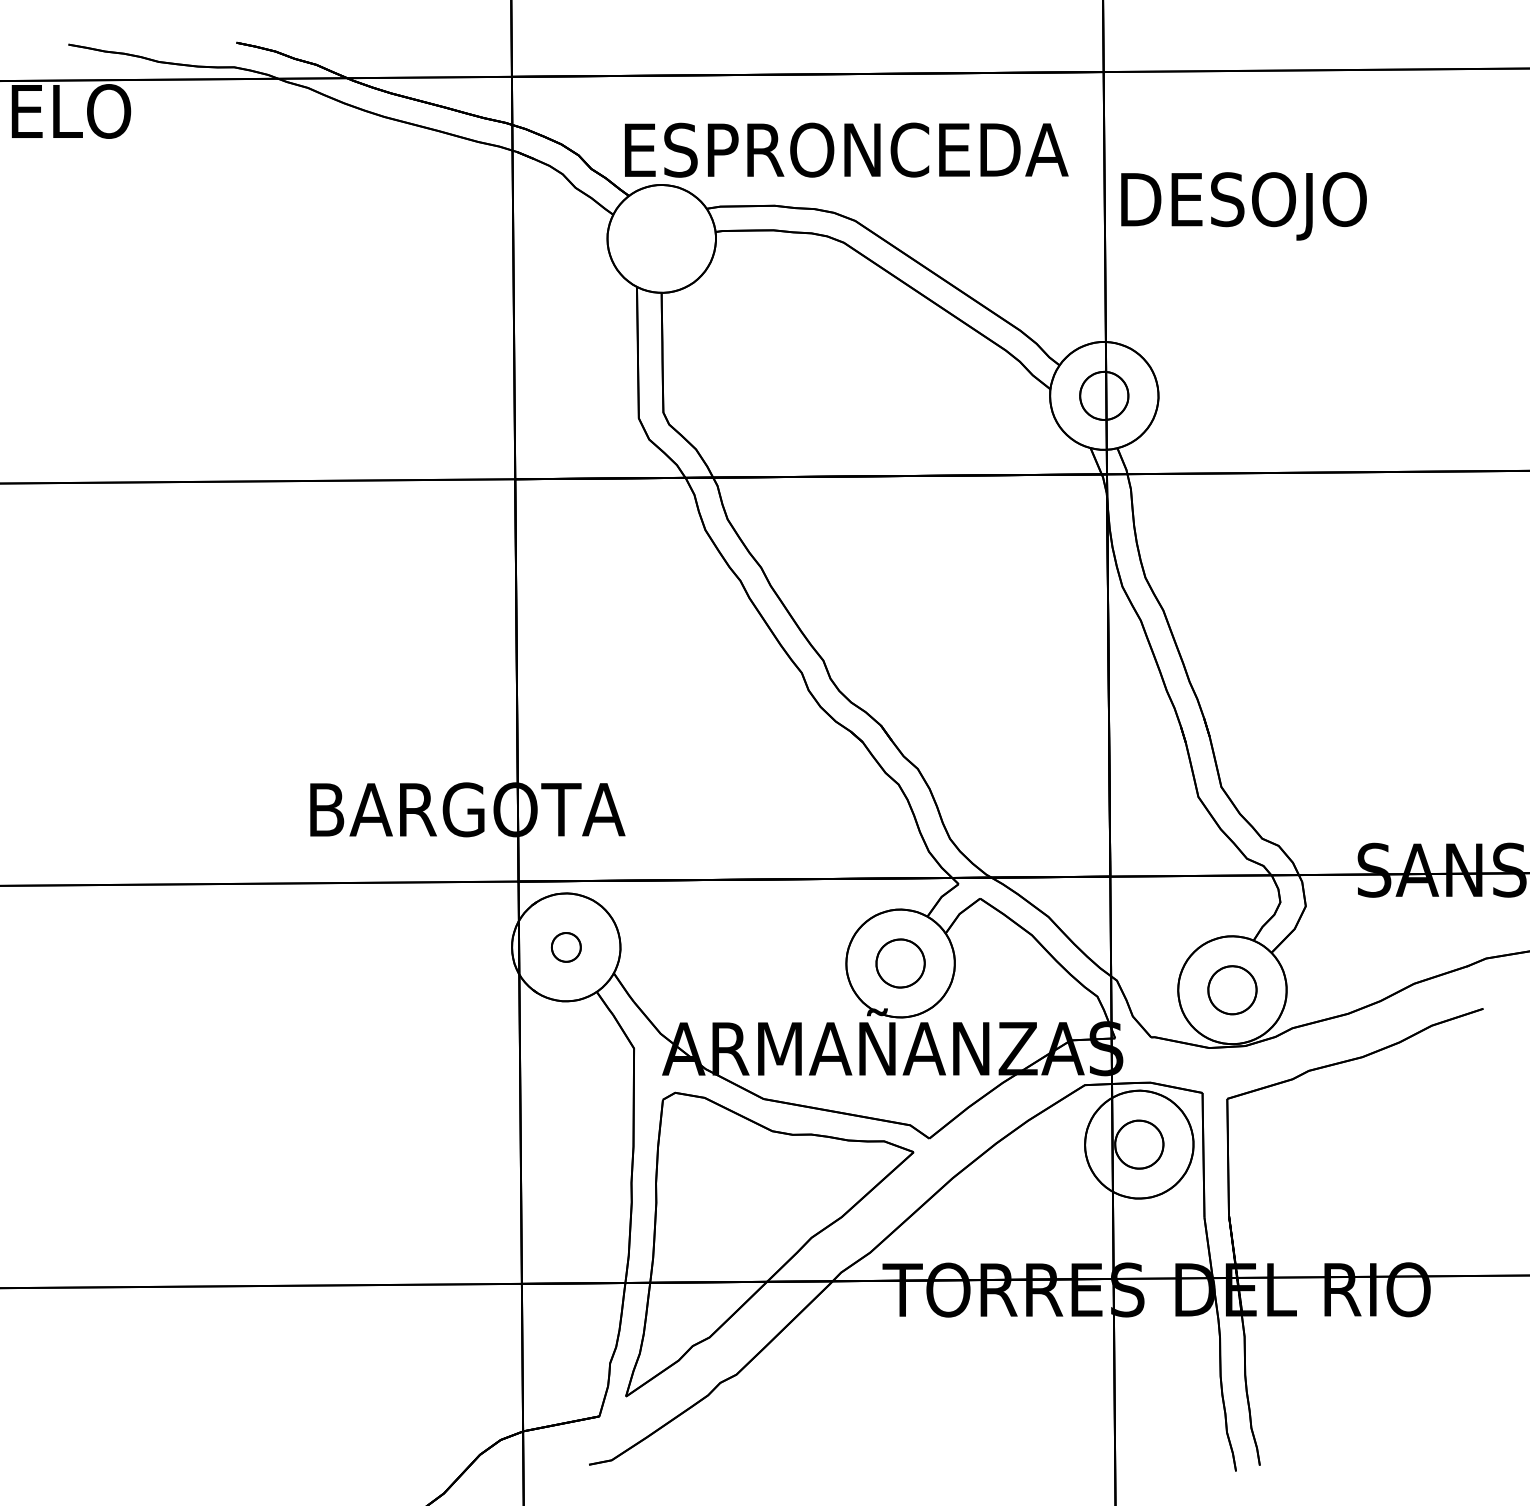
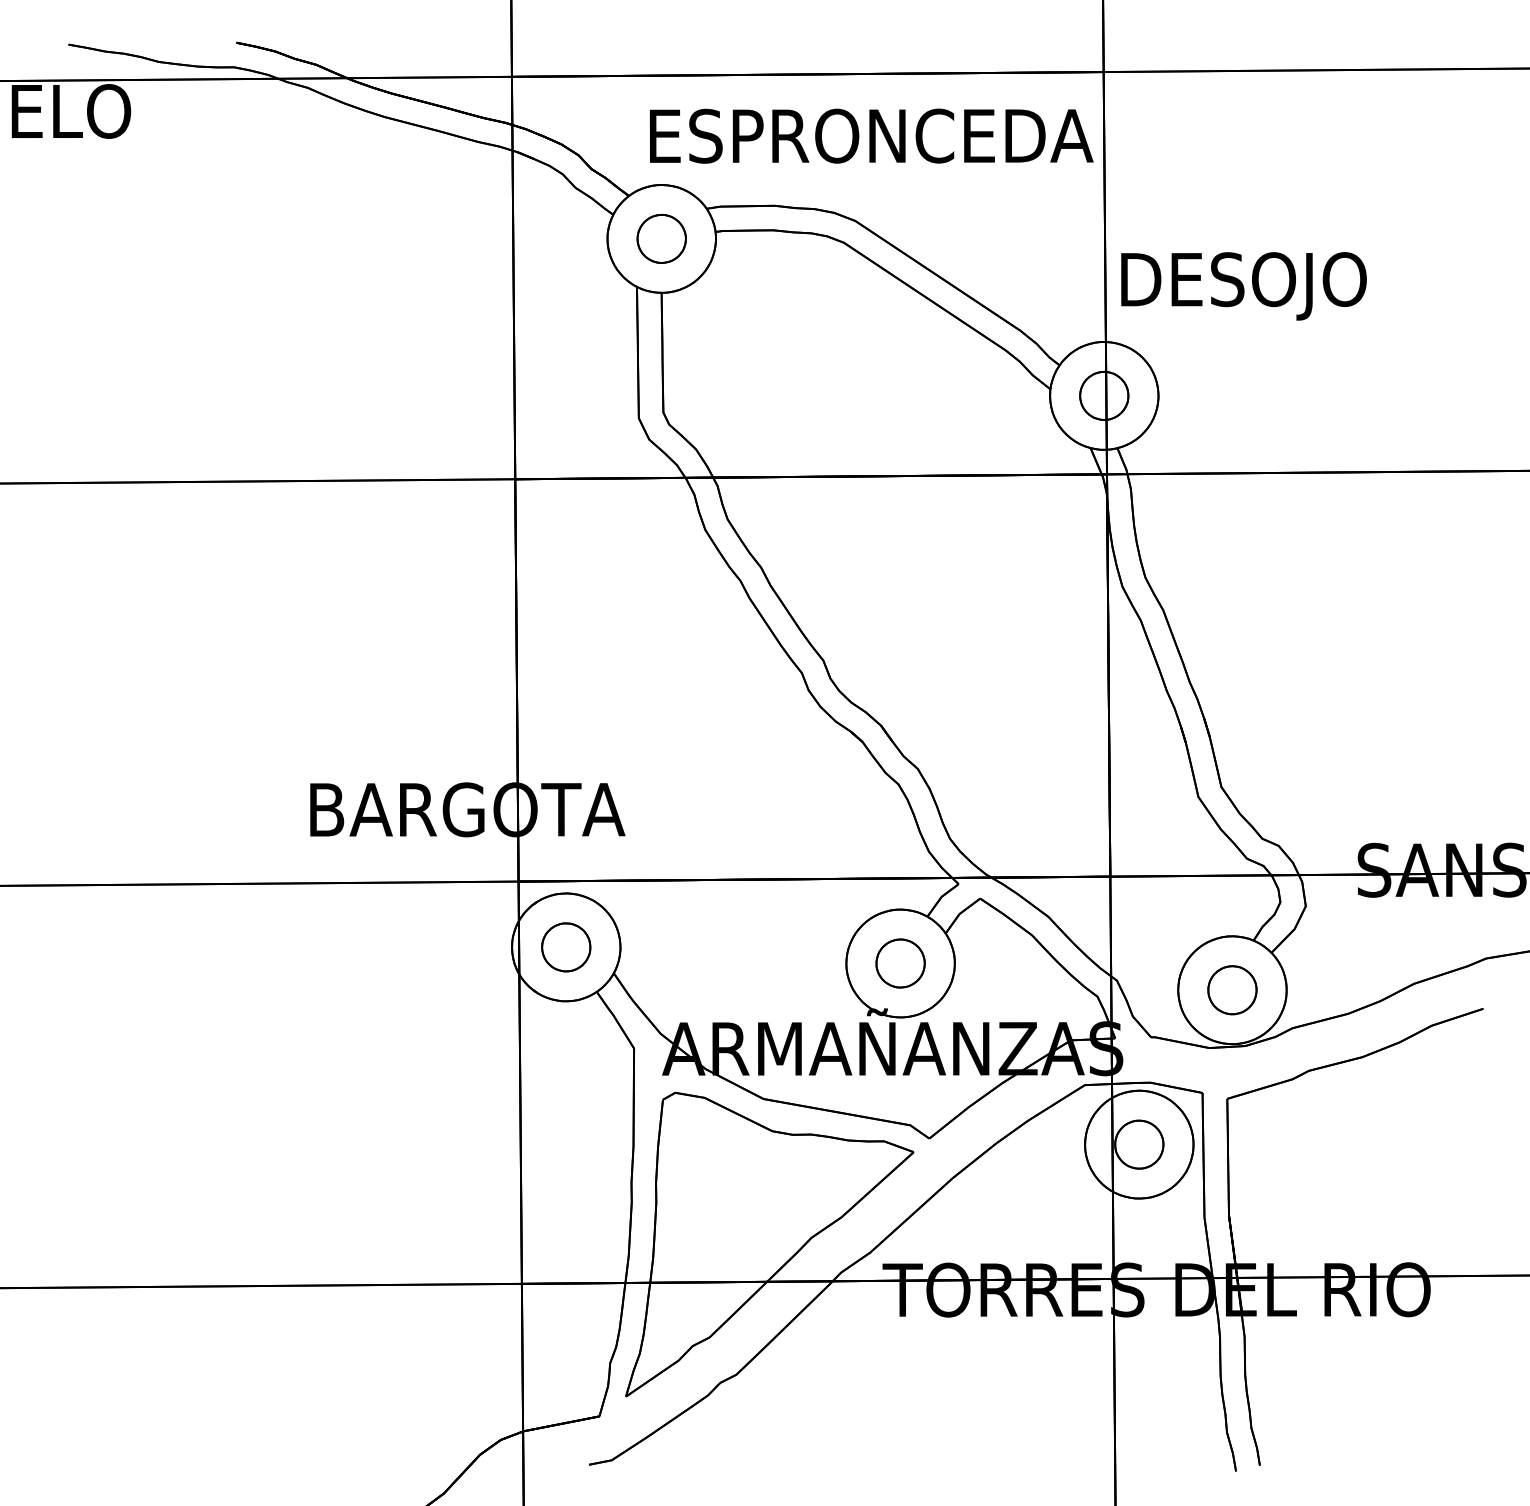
text at (846, 149) position: (846, 149) -> (871, 135)
text at (1243, 206) position: (1243, 206) -> (1243, 286)
part at (661, 238): none -> present
part at (565, 947) size: 32x31 px -> 51x51 px
